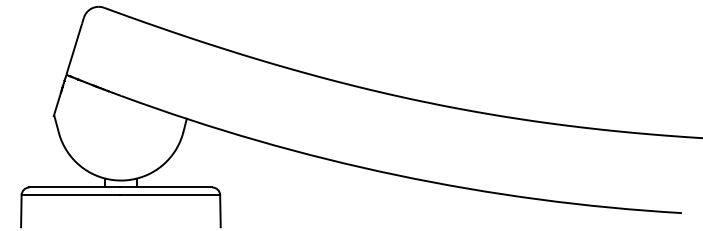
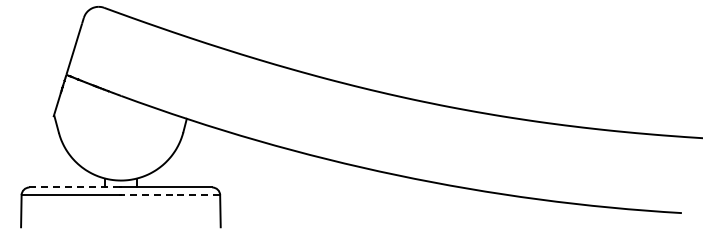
line at (74, 187): solid -> dashed
line at (170, 195): solid -> dashed
